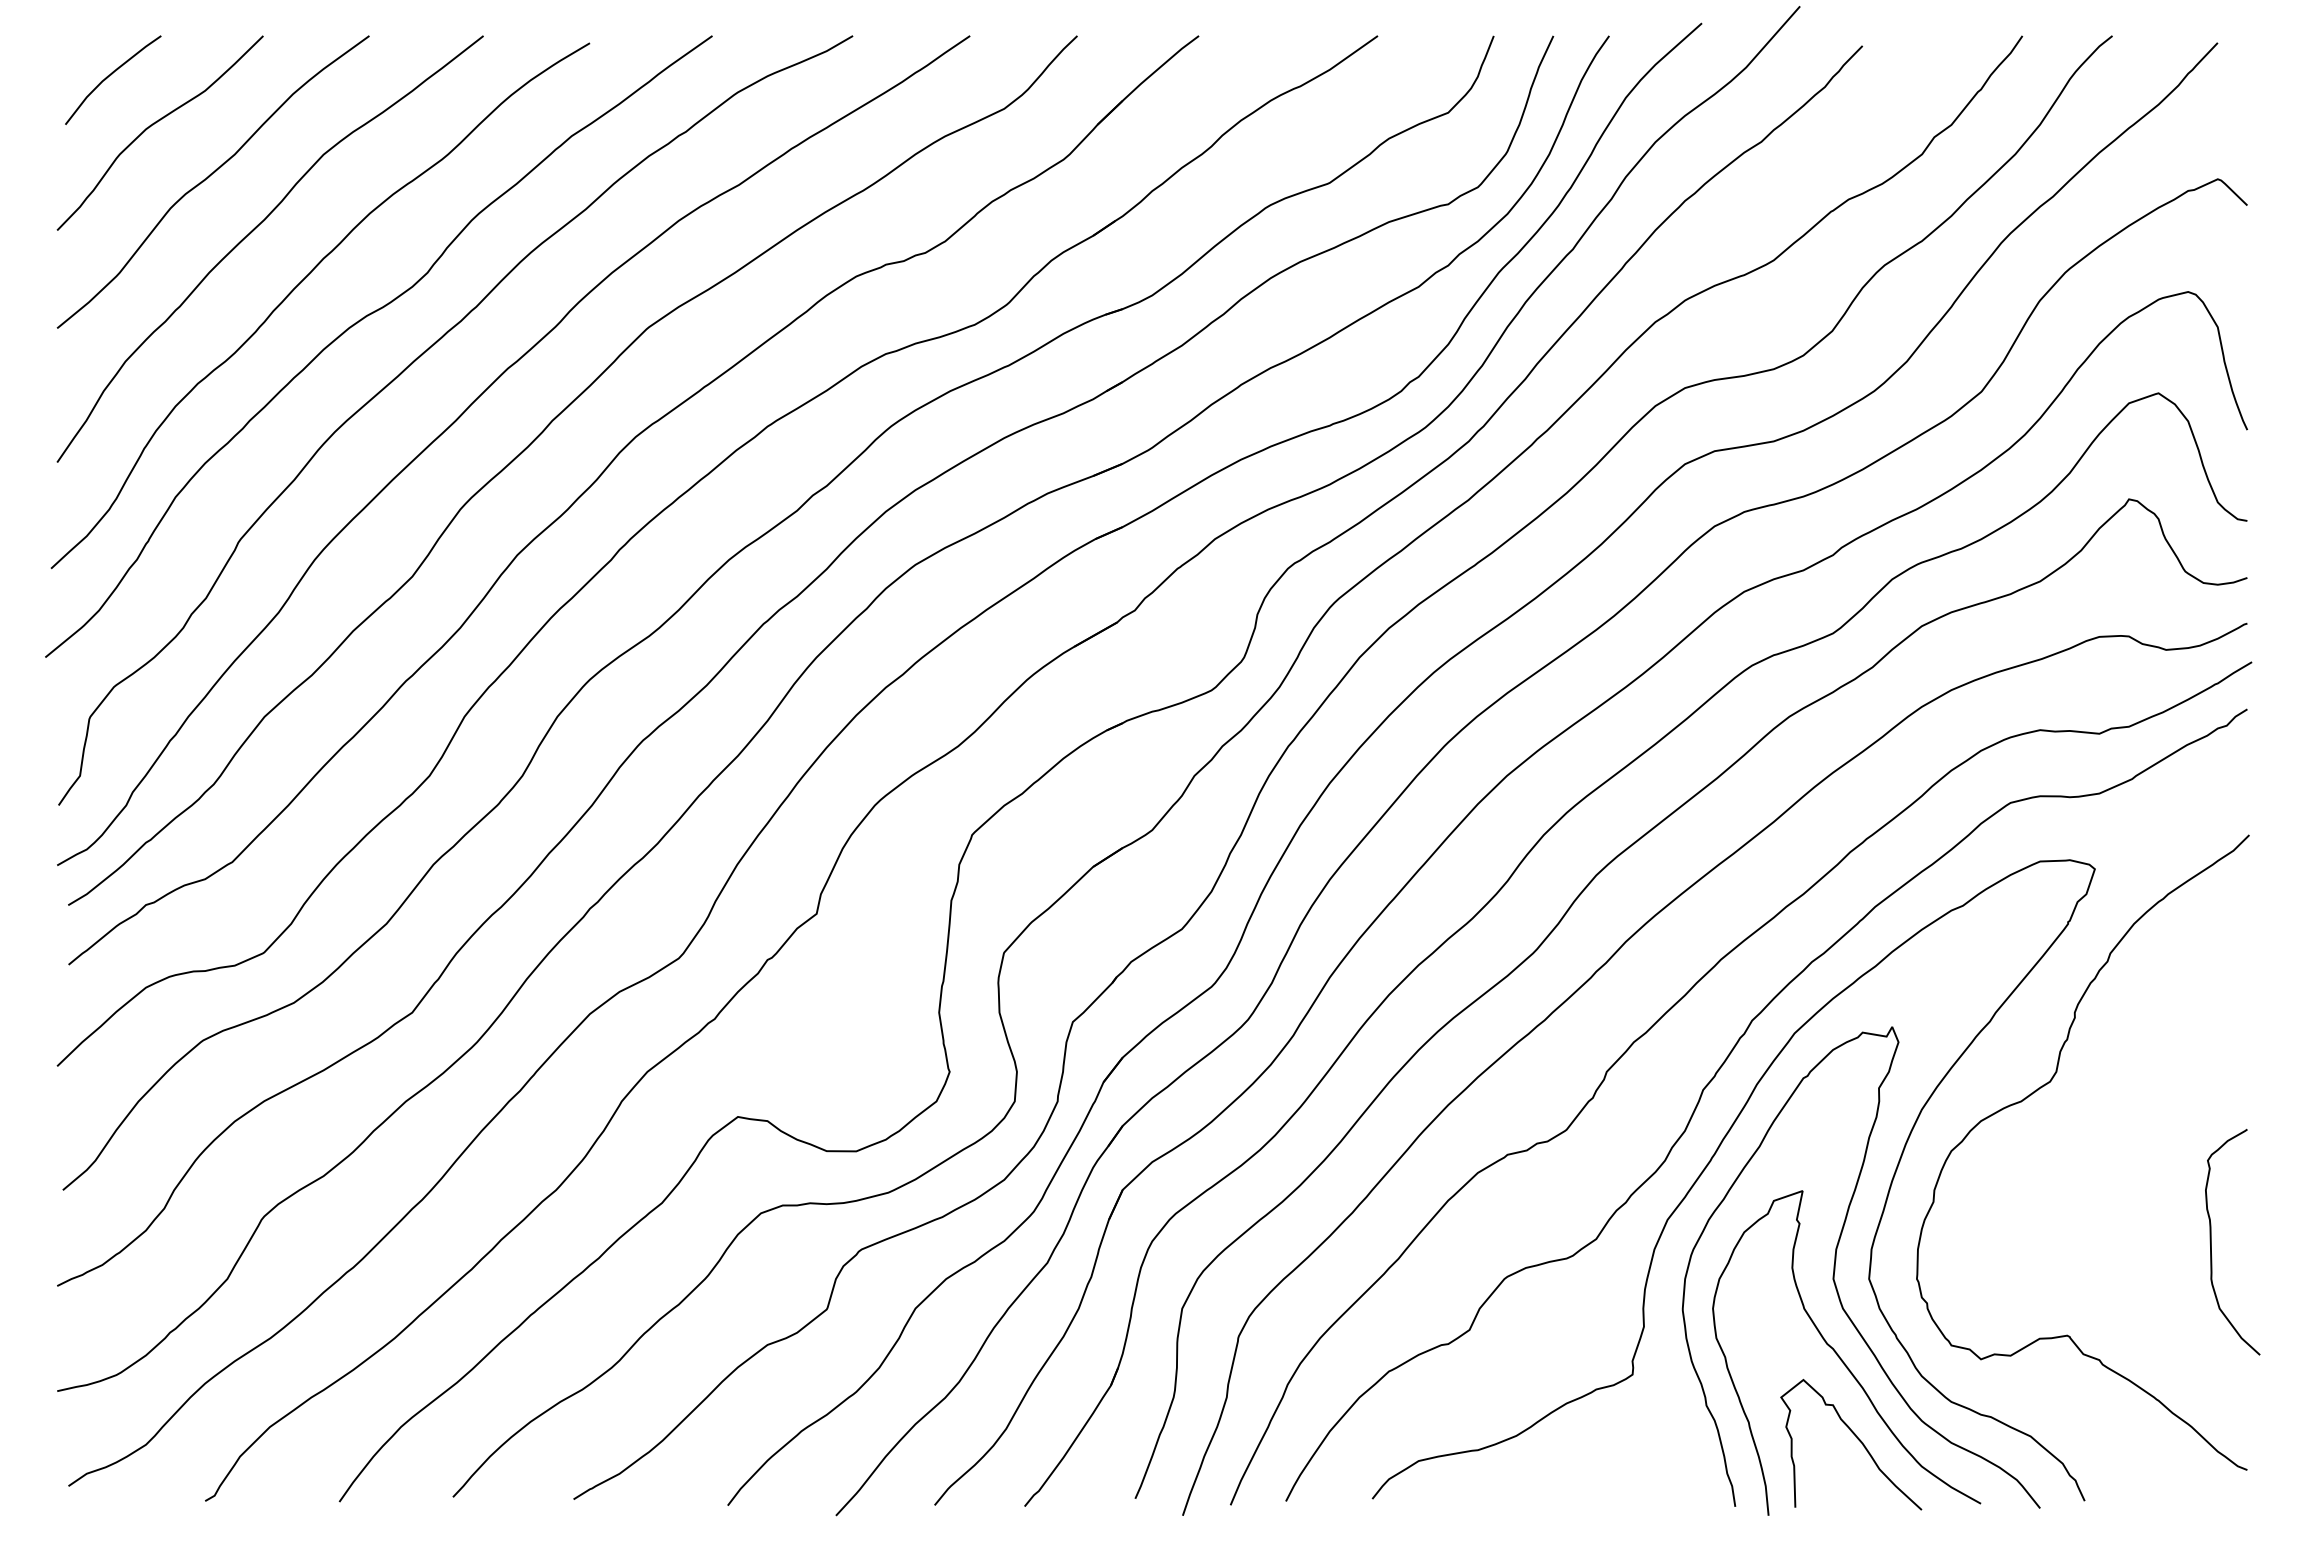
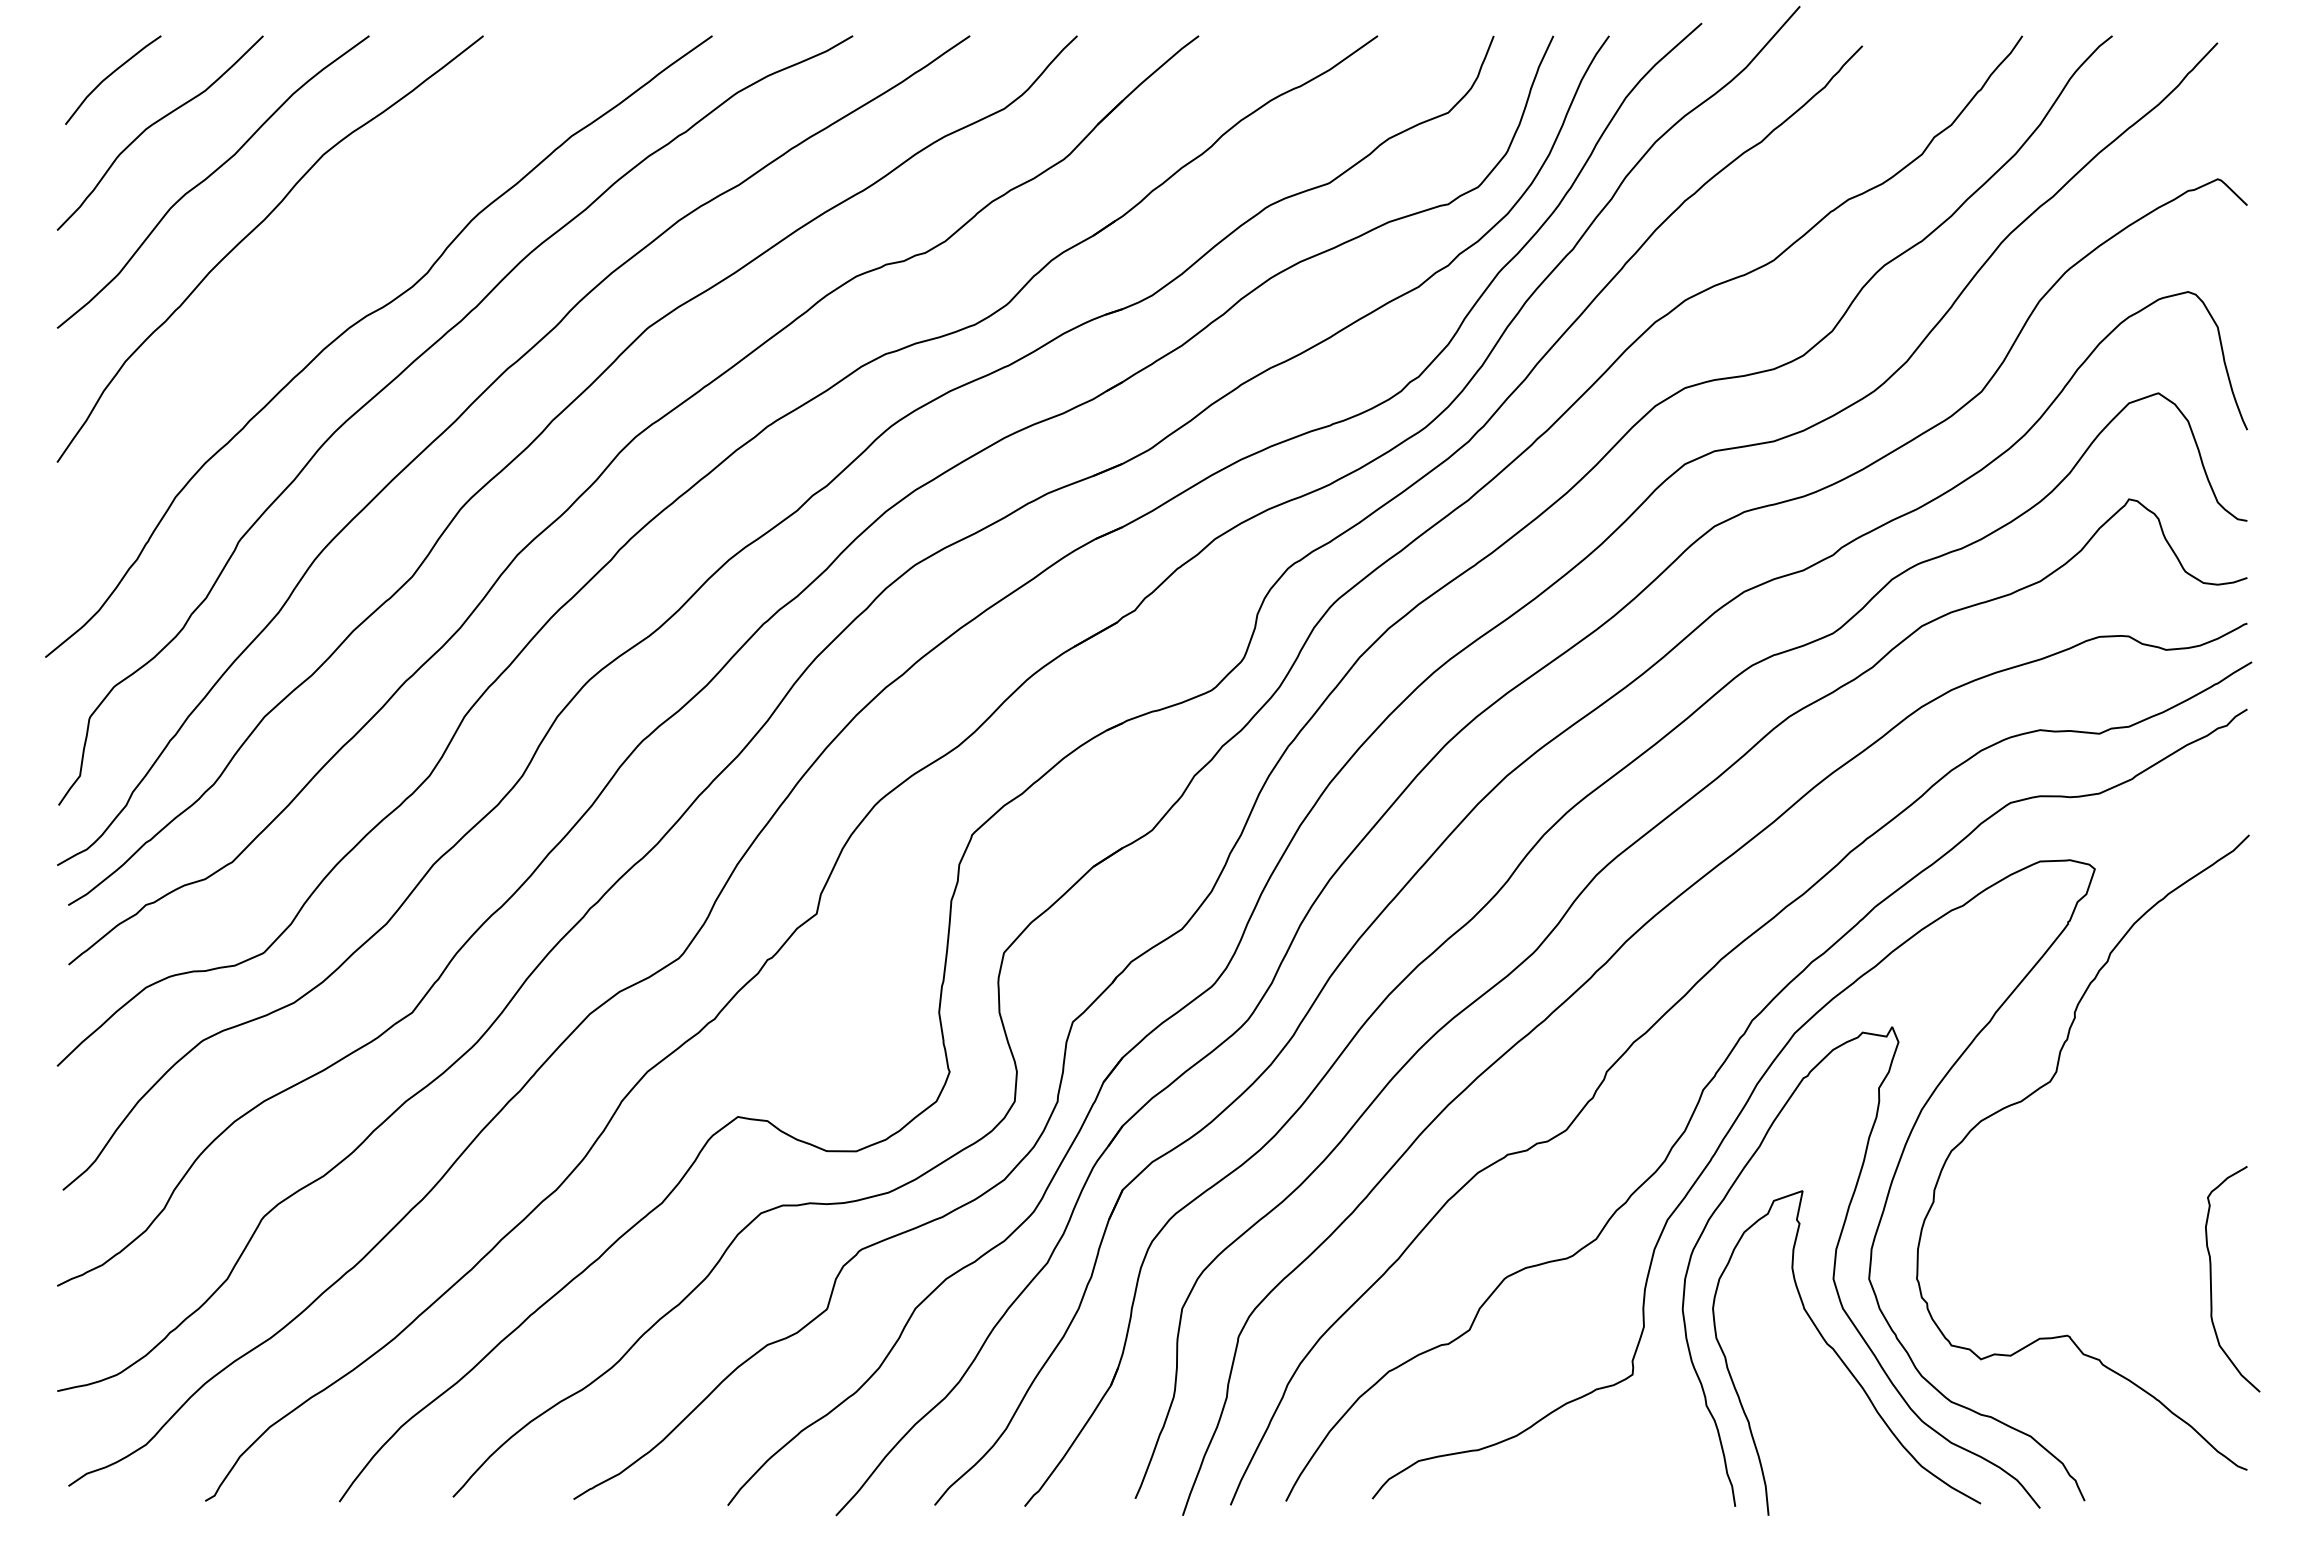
curve at (299, 284): present -> none
curve at (2211, 1241) position: (2211, 1241) -> (2211, 1278)
curve at (1856, 1438): present -> none
